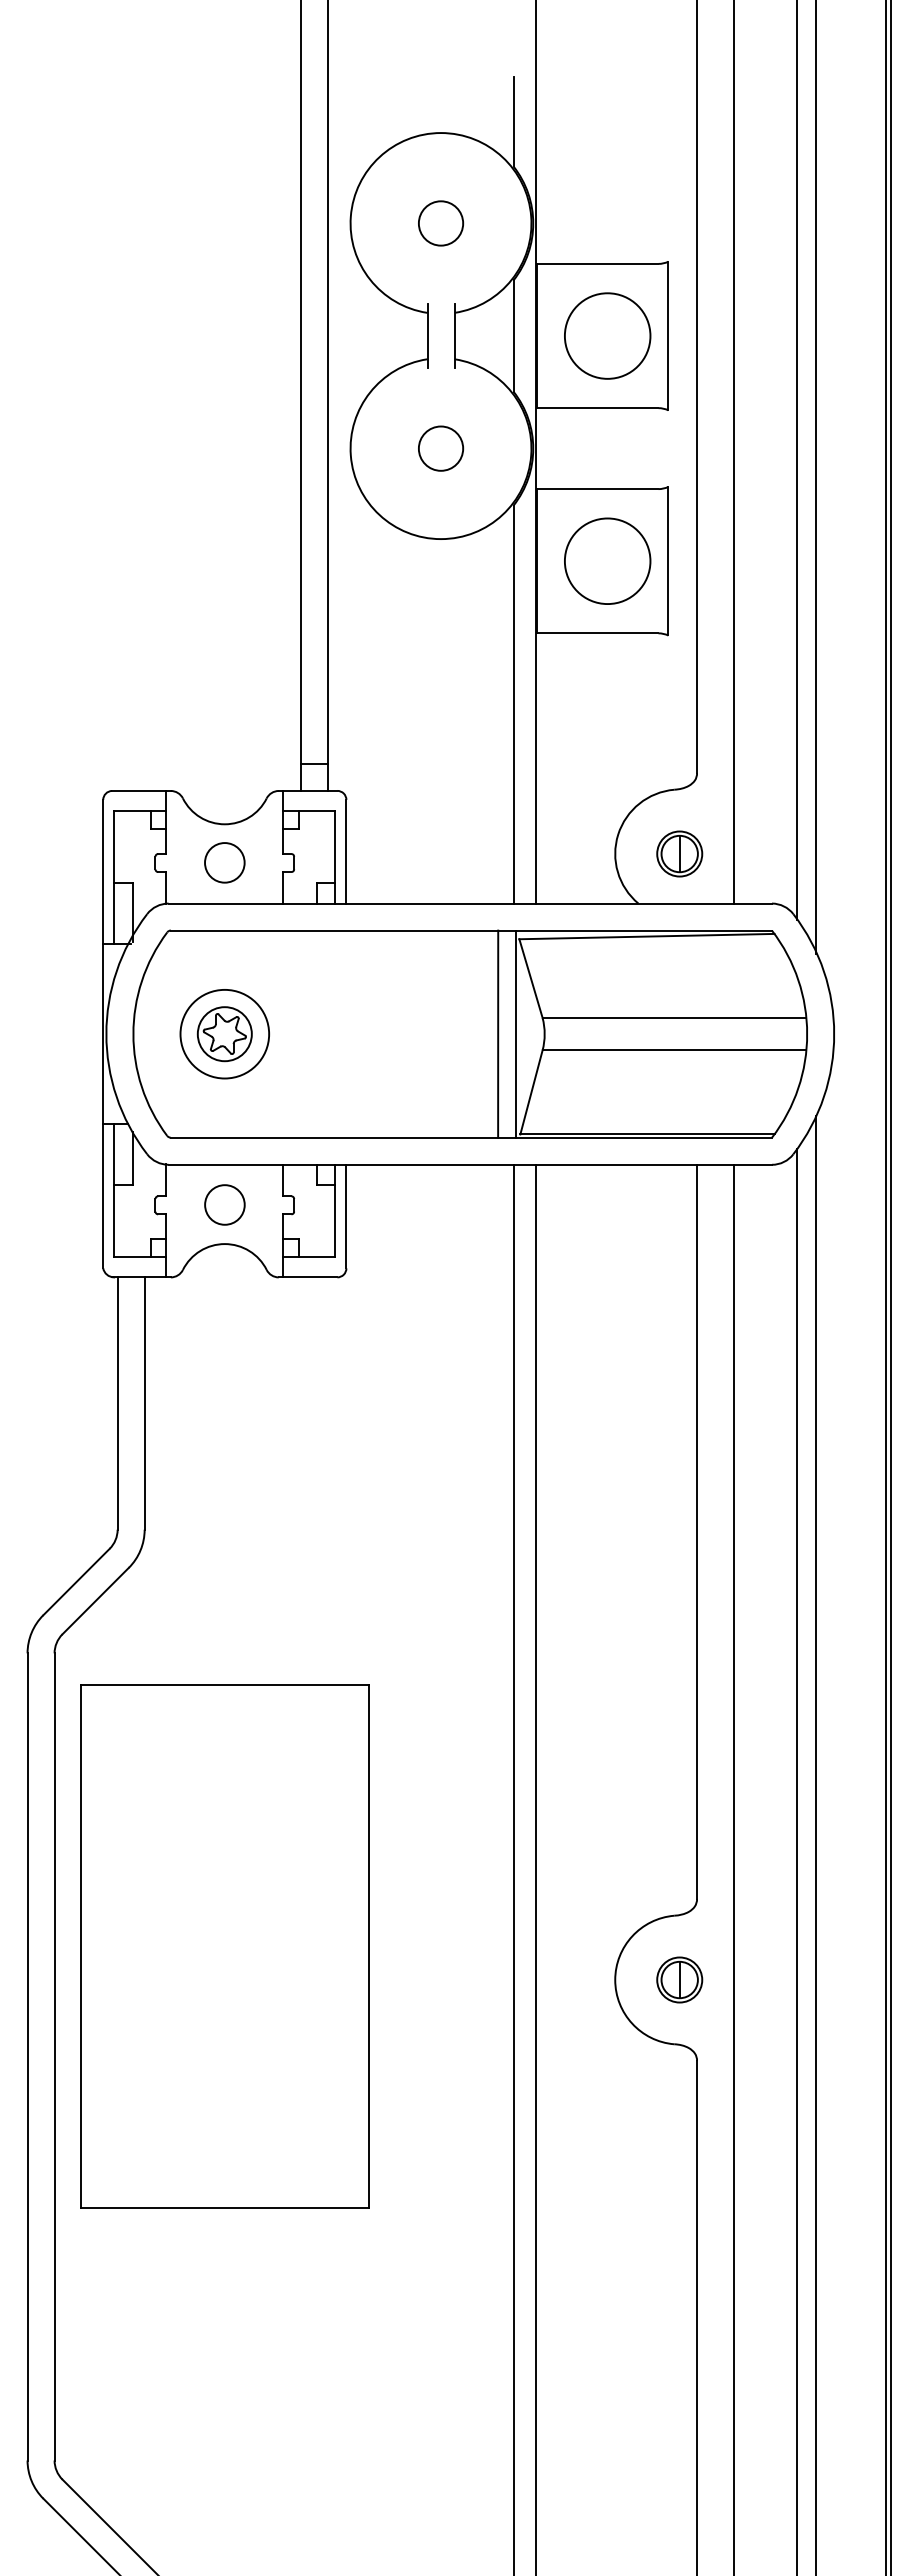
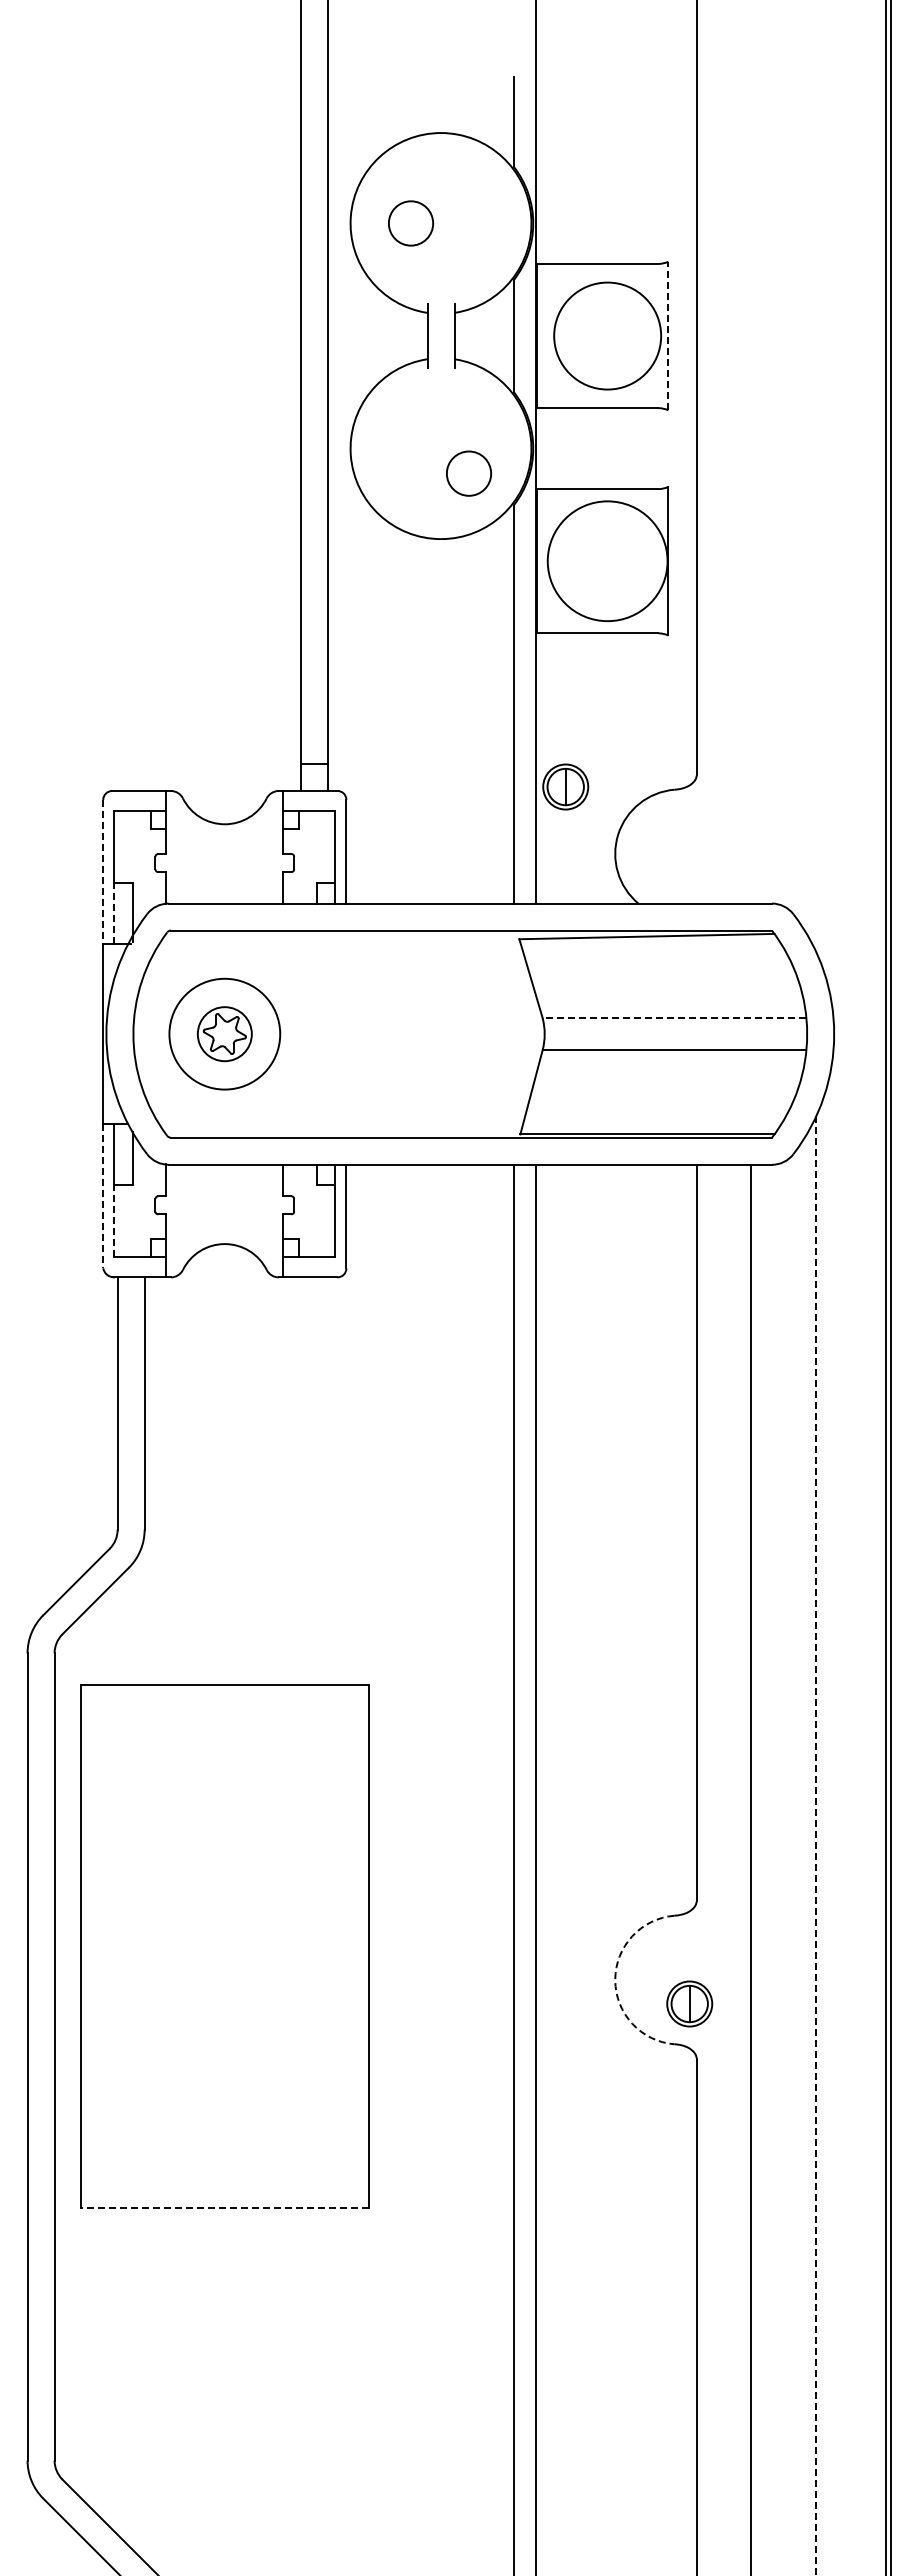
circle at (441, 223) position: (441, 223) -> (411, 223)
circle at (607, 335) diameter: 86 px -> 107 px
line at (668, 335): solid -> dashed
circle at (441, 448) position: (441, 448) -> (469, 473)
line at (733, 452): present -> none
line at (796, 461): present -> none
line at (815, 477): present -> none
circle at (607, 561) diameter: 86 px -> 120 px
part at (679, 853) position: (679, 853) -> (565, 786)
circle at (224, 862): present -> none
line at (103, 872): solid -> dashed
line at (114, 913): solid -> dashed
line at (674, 1017): solid -> dashed
circle at (224, 1033) diameter: 89 px -> 111 px
line at (498, 1033): present -> none
line at (516, 1033): present -> none
line at (103, 1196): solid -> dashed
circle at (224, 1204): present -> none
line at (114, 1220): solid -> dashed
line at (815, 1846): solid -> dashed
line at (796, 1860): present -> none
line at (733, 1868) position: (733, 1868) -> (750, 1868)
part at (679, 1979) position: (679, 1979) -> (689, 2003)
arc at (615, 1980): solid -> dashed
line at (224, 2207): solid -> dashed
